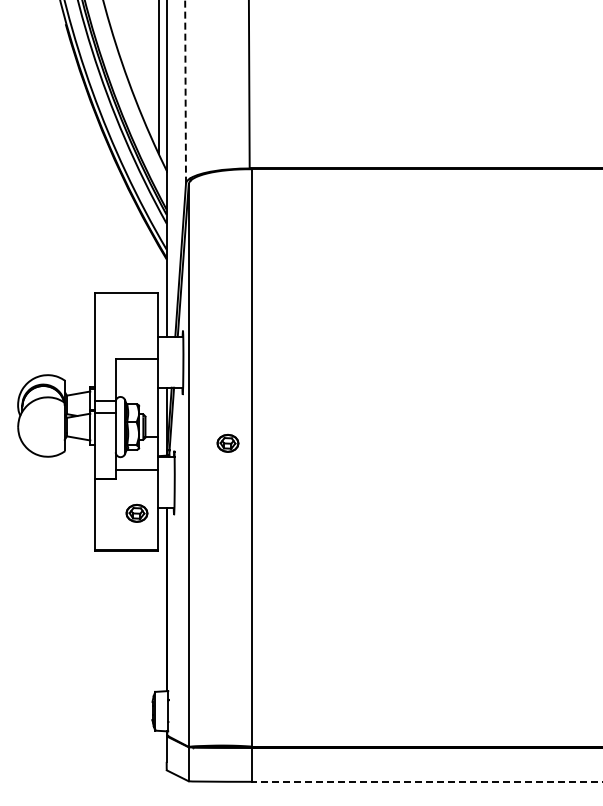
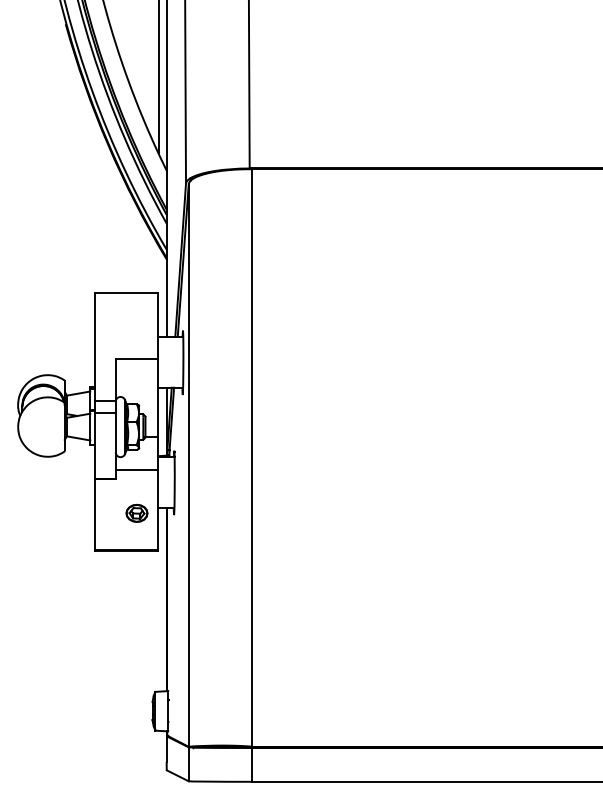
line at (185, 91): dashed -> solid
part at (227, 443): present -> none
line at (427, 781): dashed -> solid
